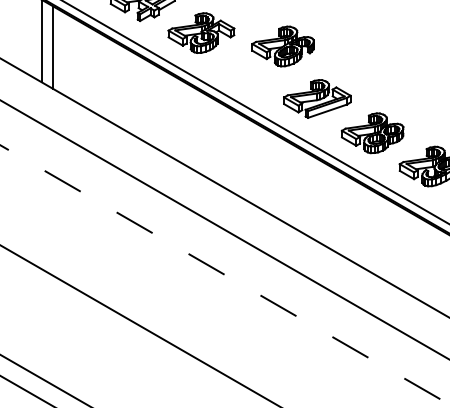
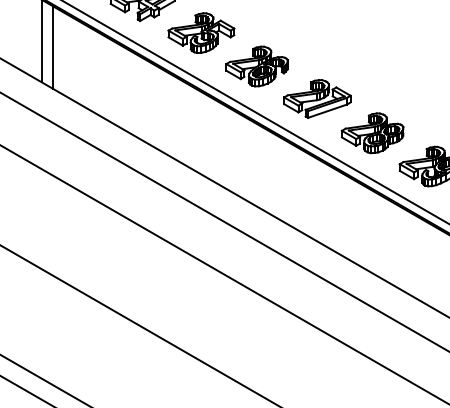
part at (282, 46) position: (282, 46) -> (256, 66)
line at (224, 229) position: (224, 229) -> (224, 221)
line at (224, 274): dashed -> solid
